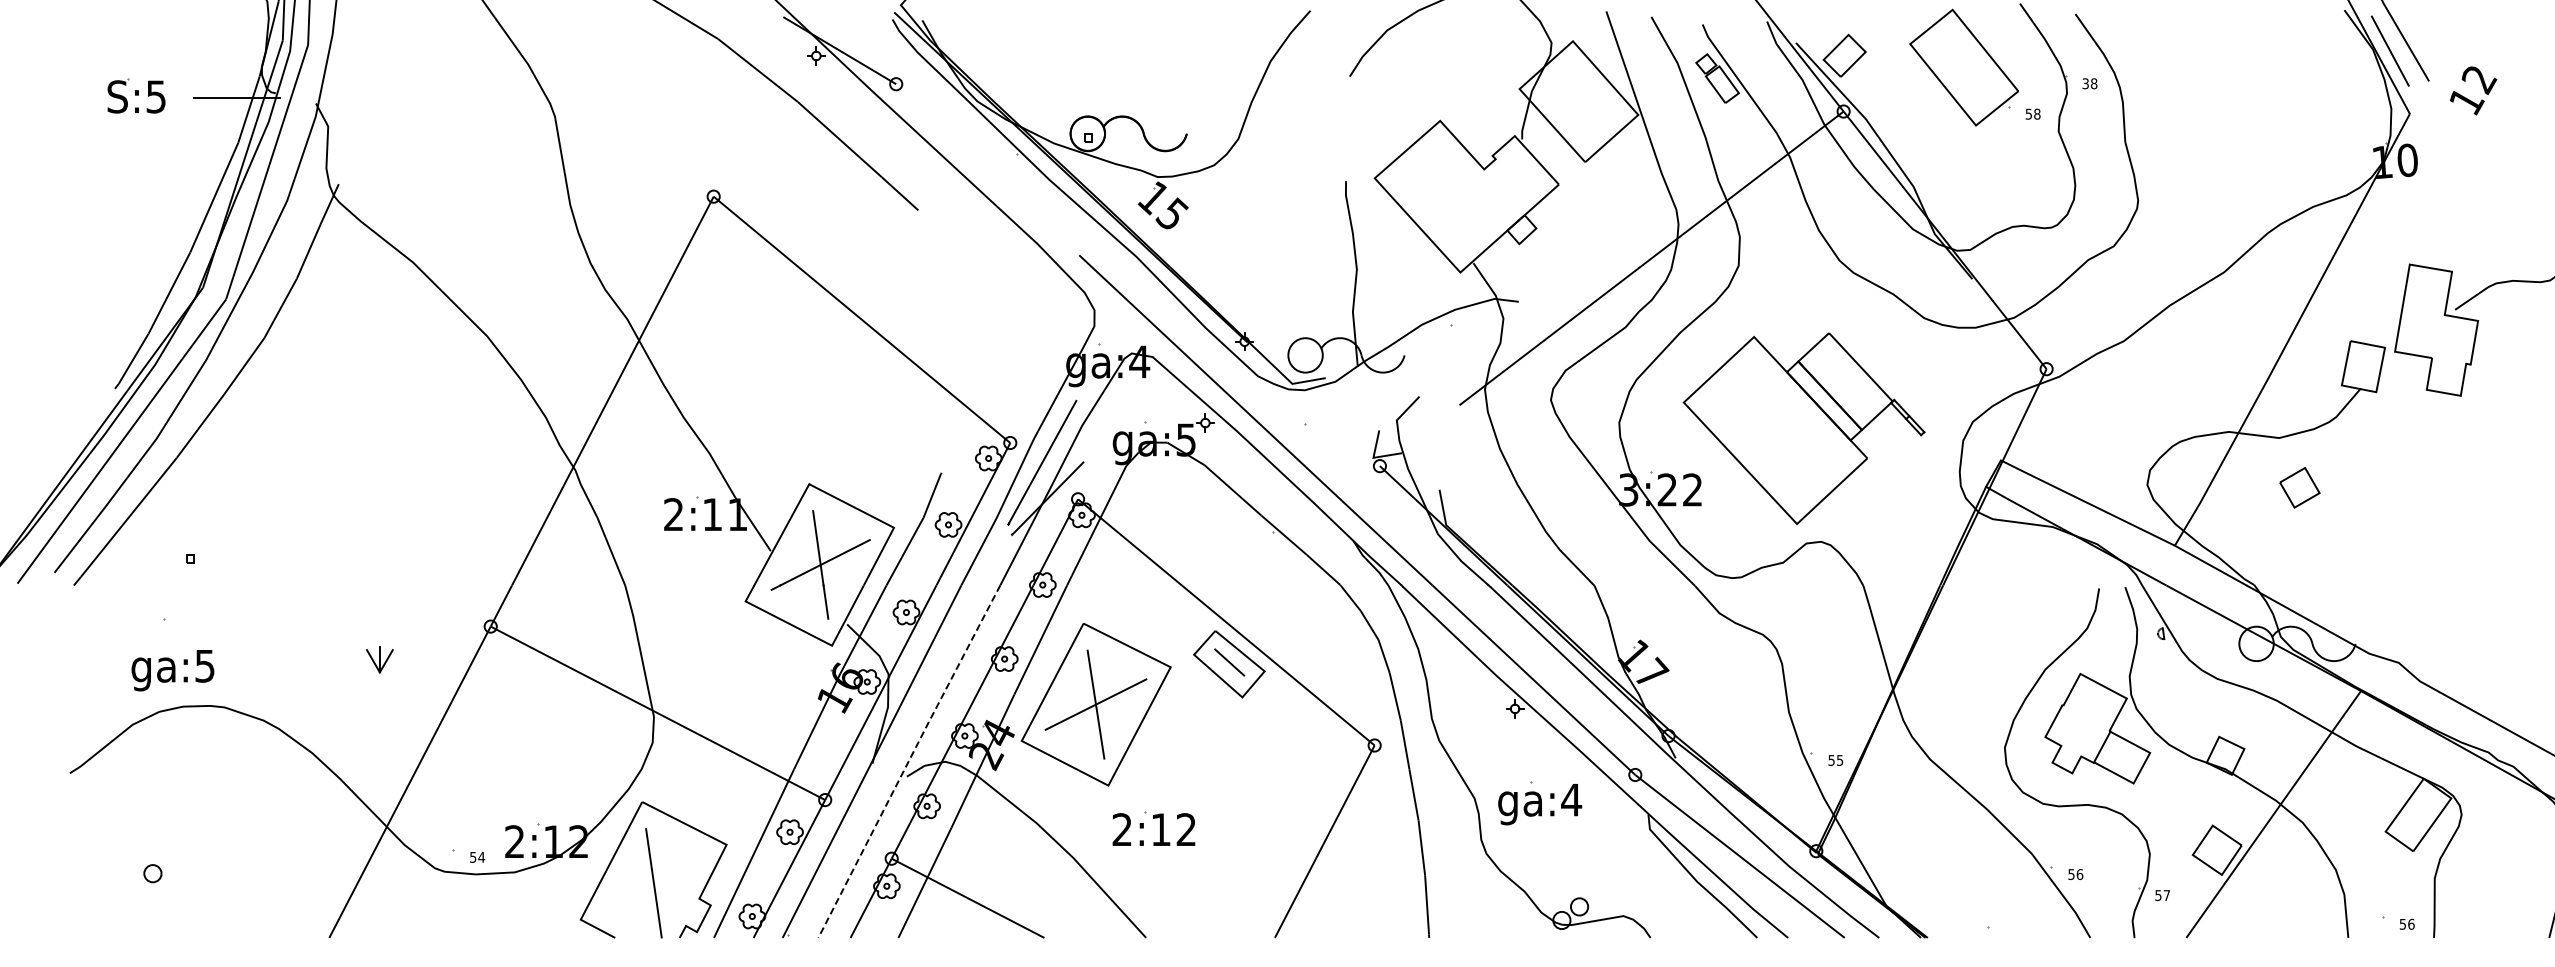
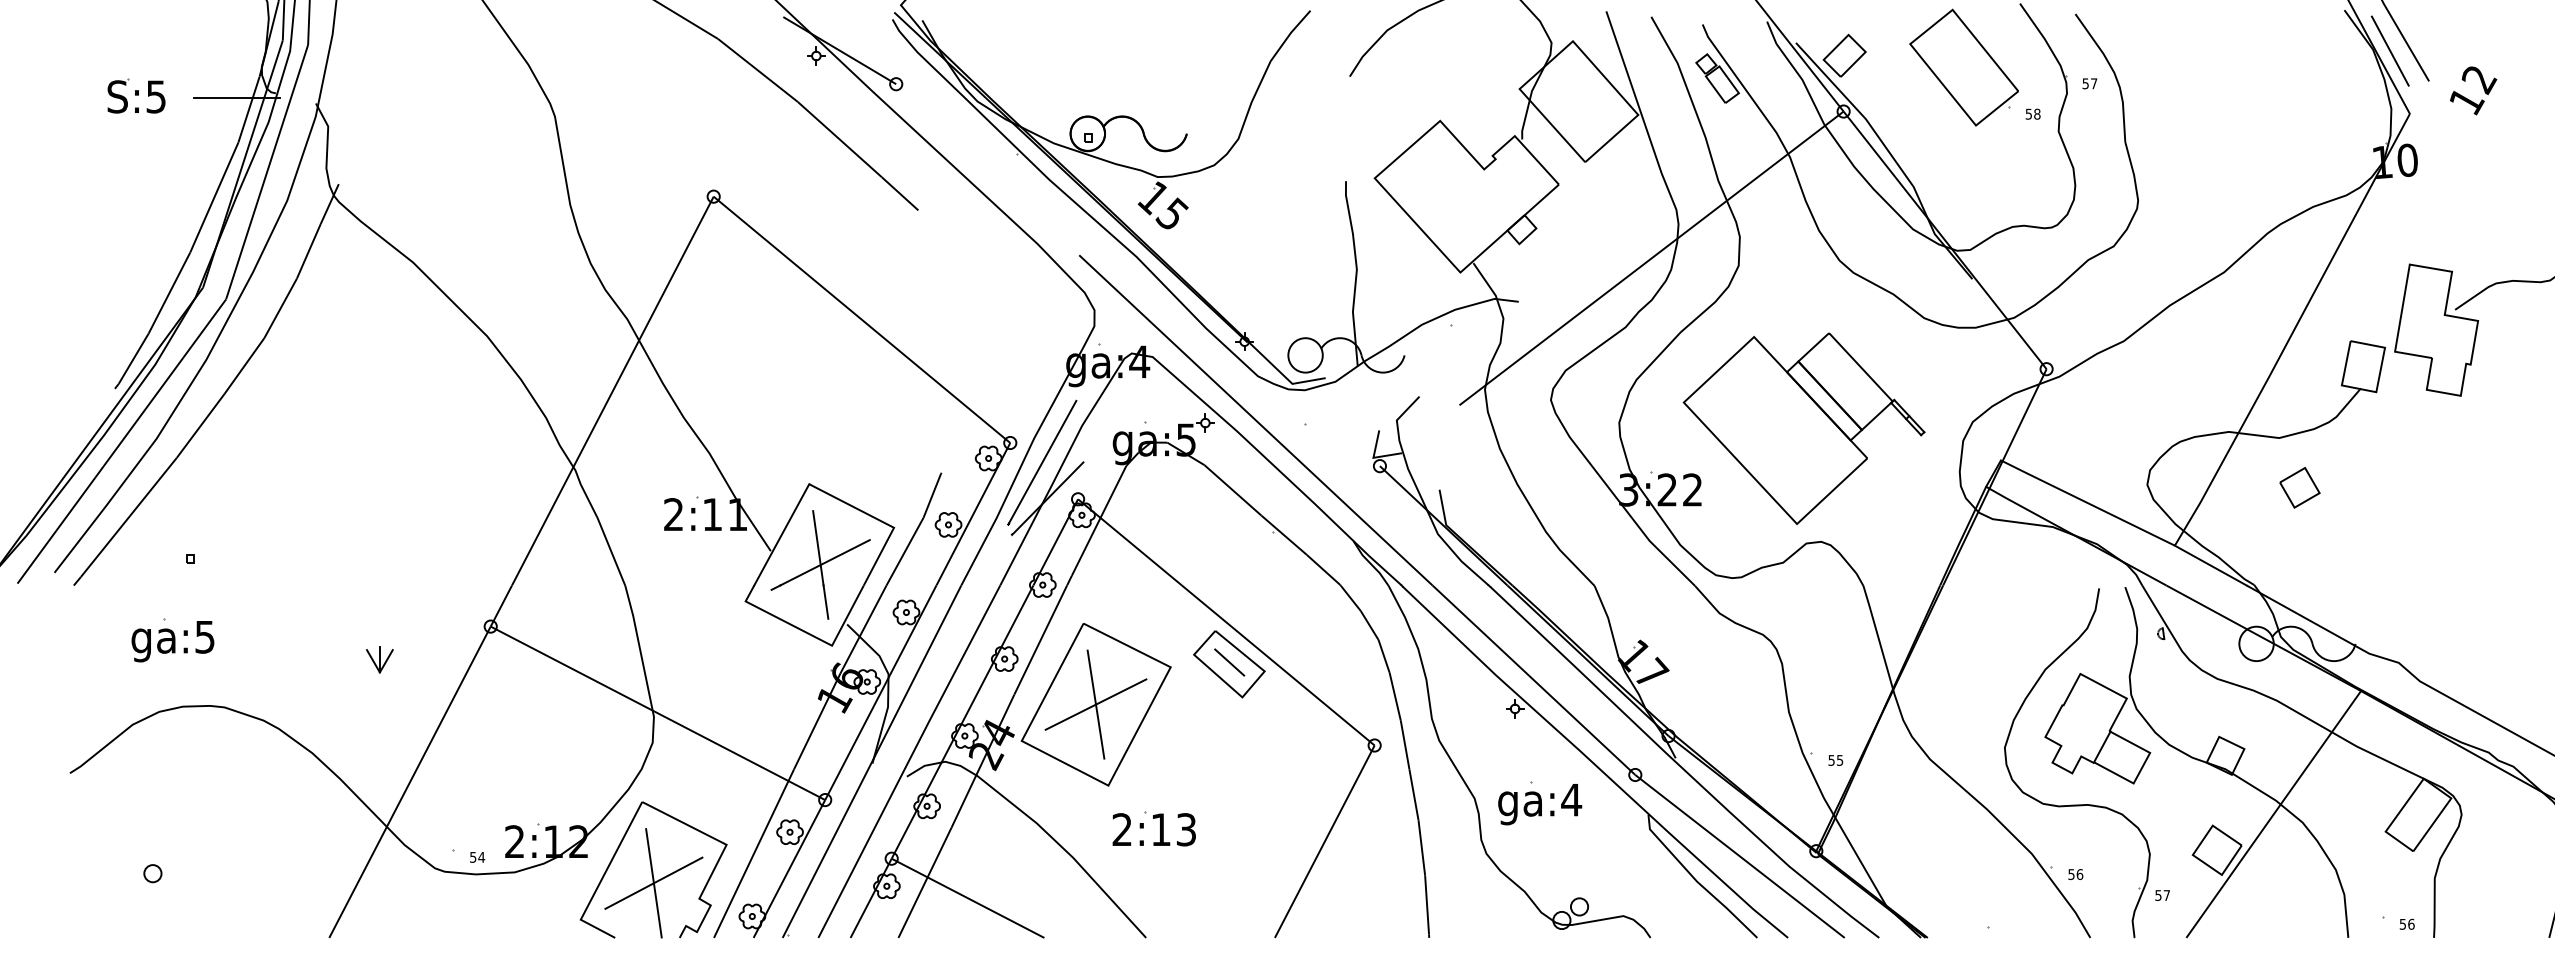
text at (2089, 83): 38 -> 57
text at (172, 670) position: (172, 670) -> (172, 641)
line at (908, 761): dashed -> solid
text at (1185, 829): 2:12 -> 2:13
line at (653, 882): none -> present
